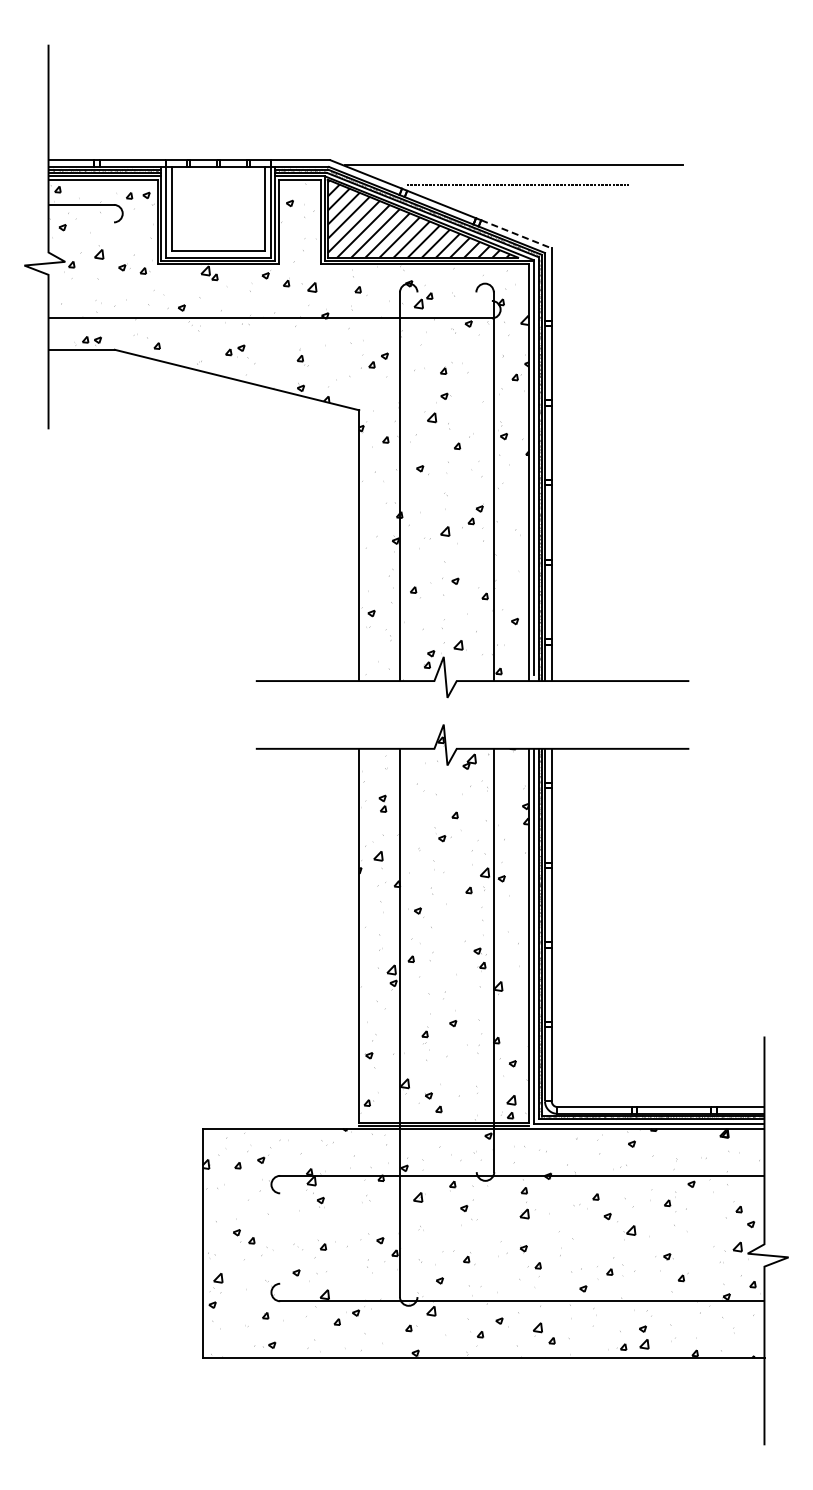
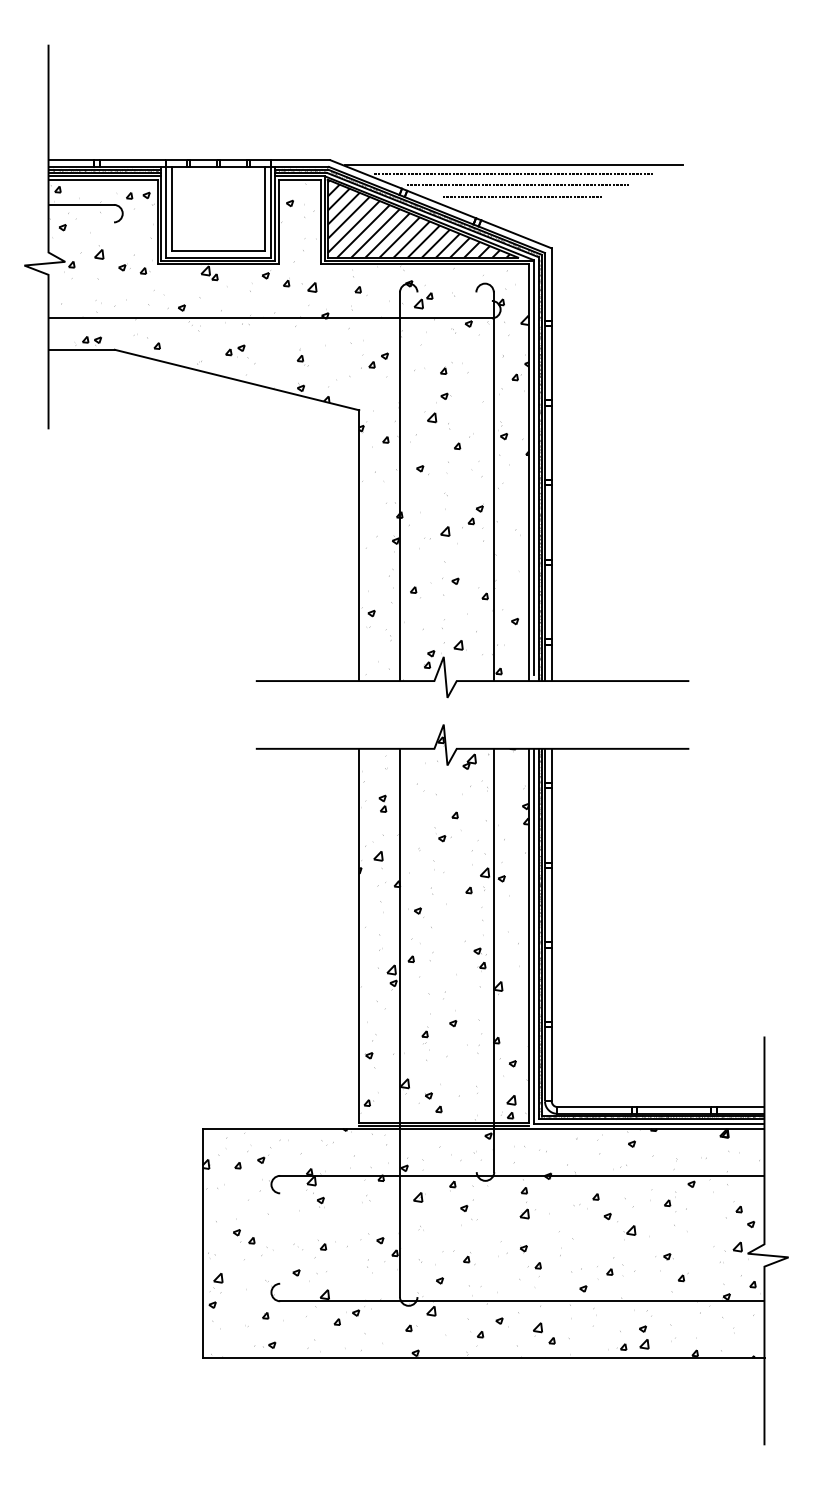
line at (514, 174): none -> present
line at (521, 196): none -> present
line at (516, 234): dashed -> solid
